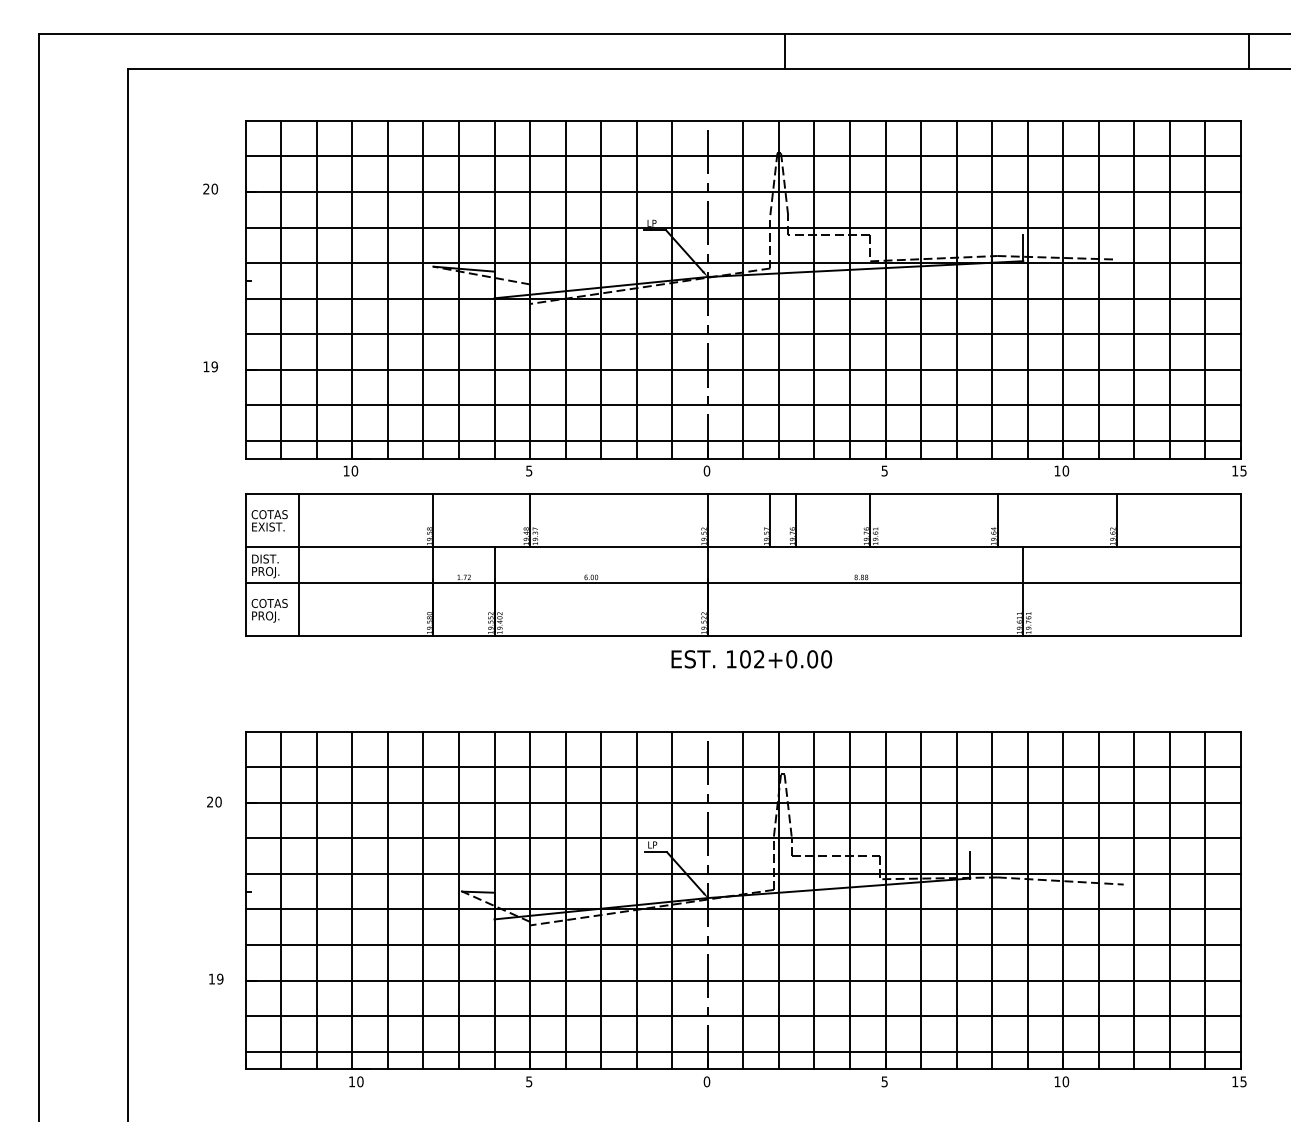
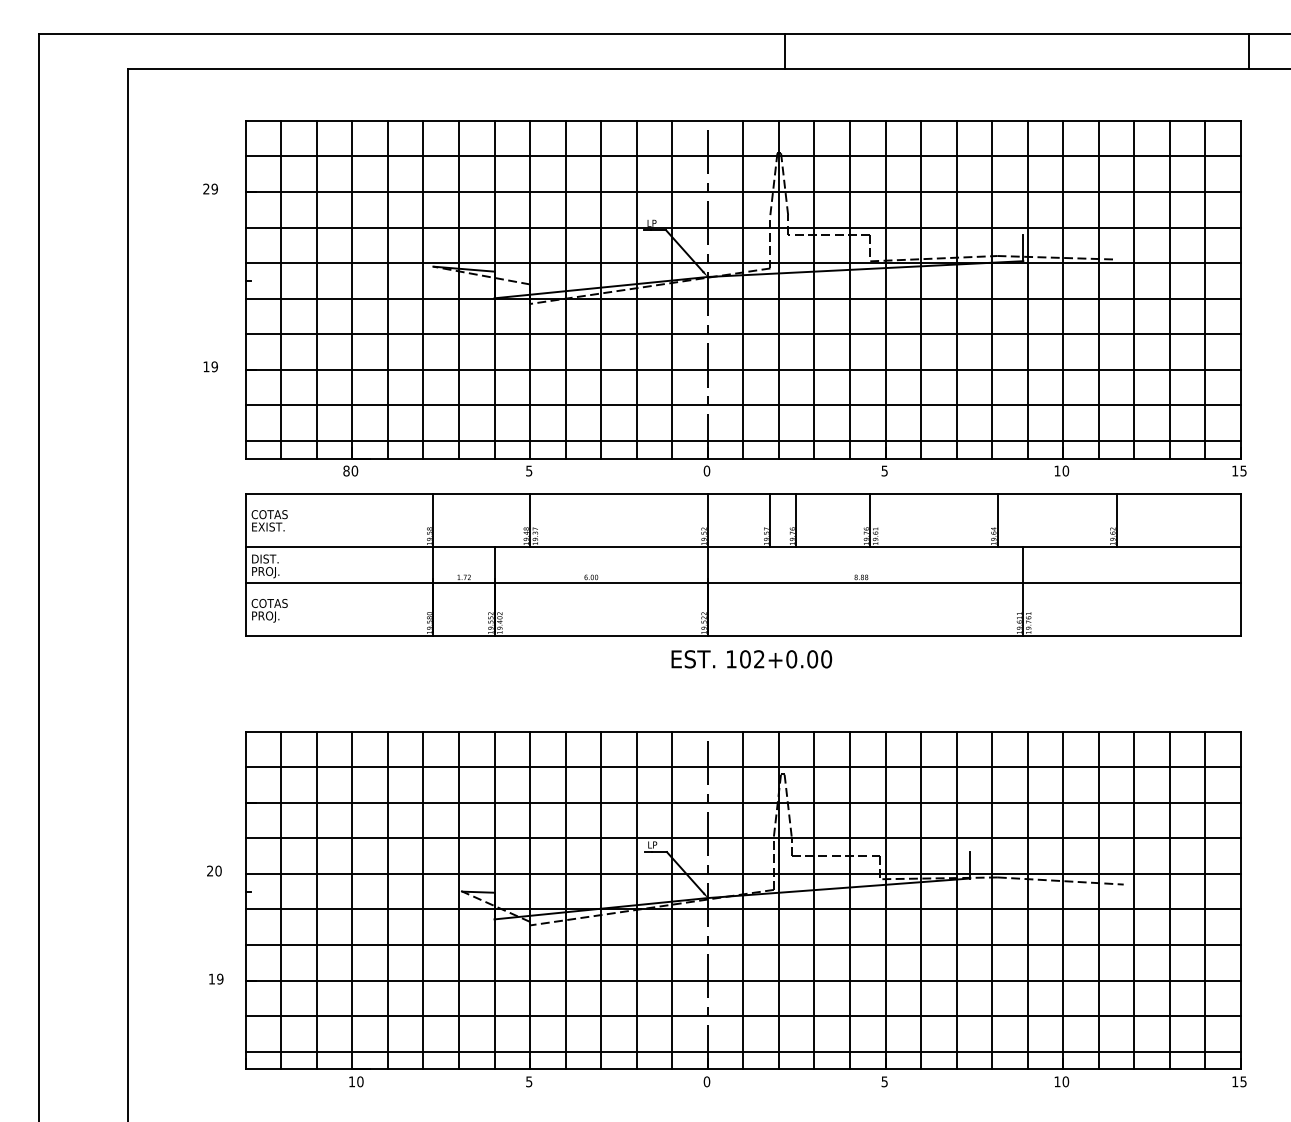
text at (214, 189): 20 -> 29
text at (346, 470): 10 -> 80
line at (299, 565): present -> none
text at (214, 801) position: (214, 801) -> (214, 870)
